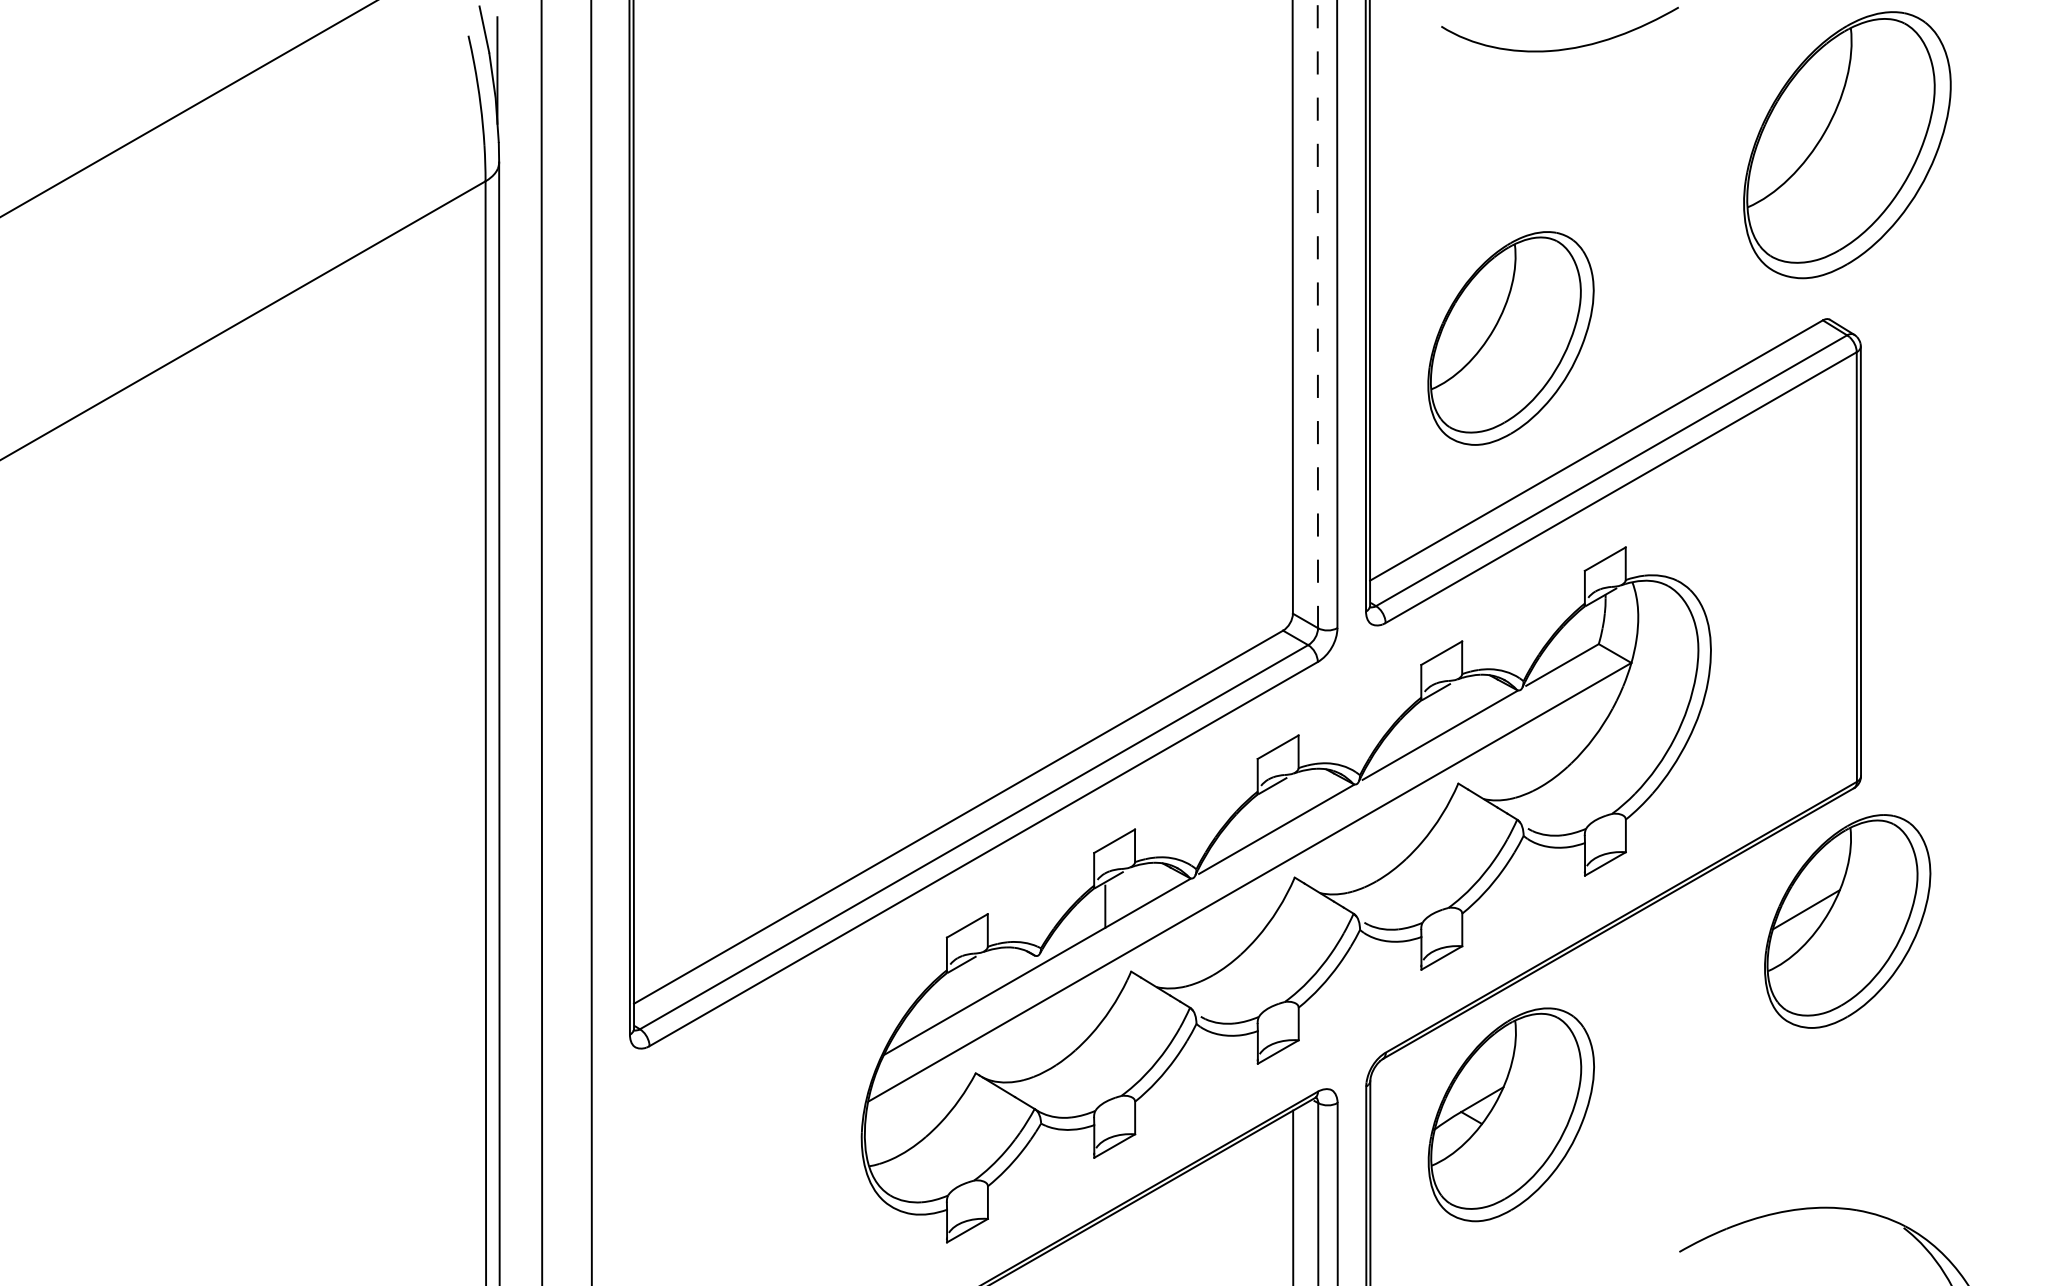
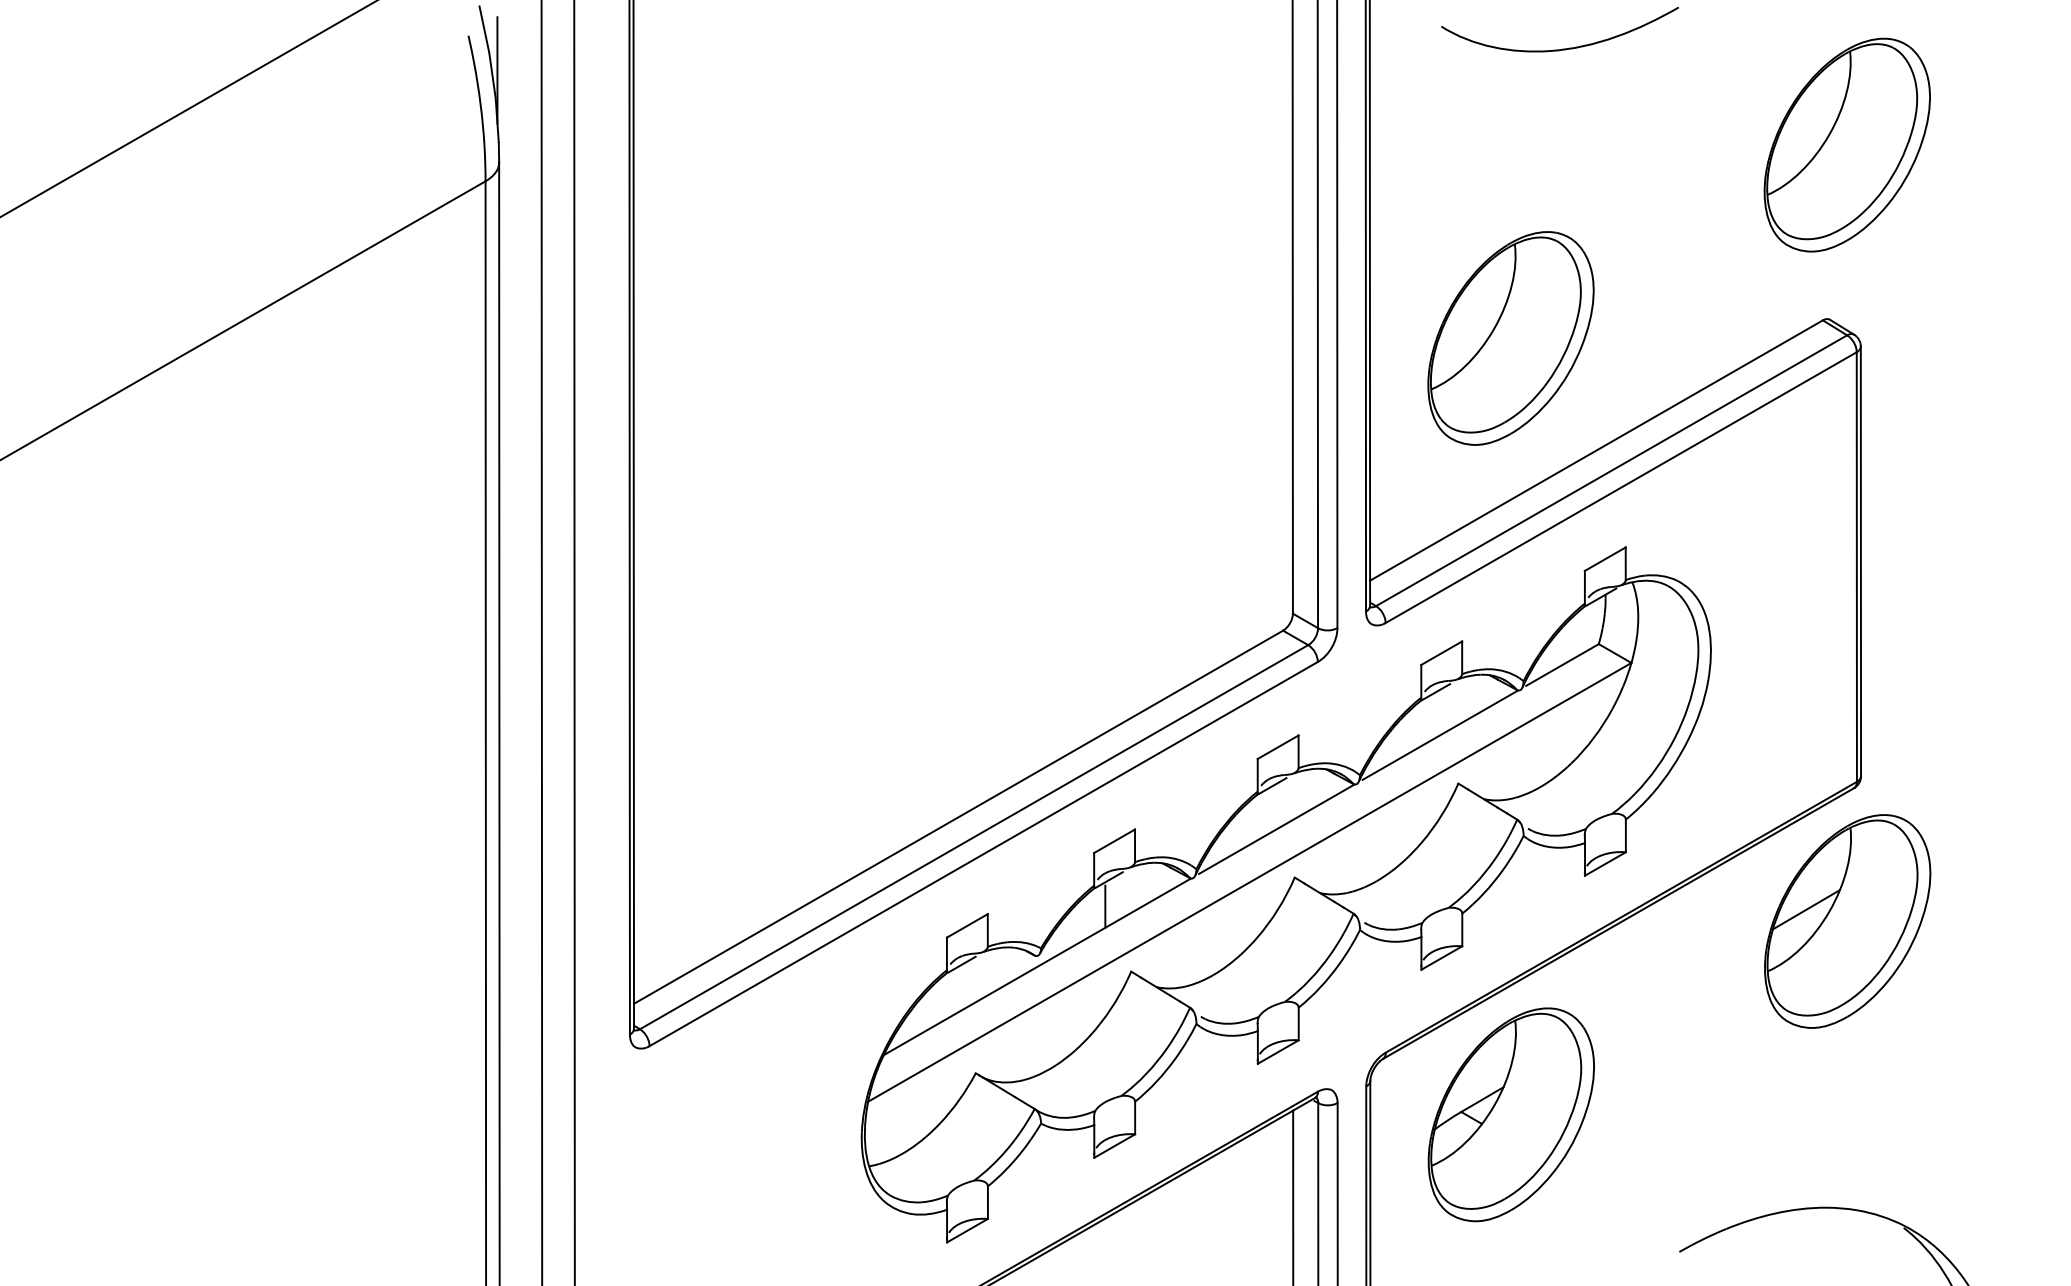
part at (1847, 145) size: 209x269 px -> 168x216 px
line at (1317, 314): dashed -> solid
line at (591, 642) position: (591, 642) -> (574, 642)
